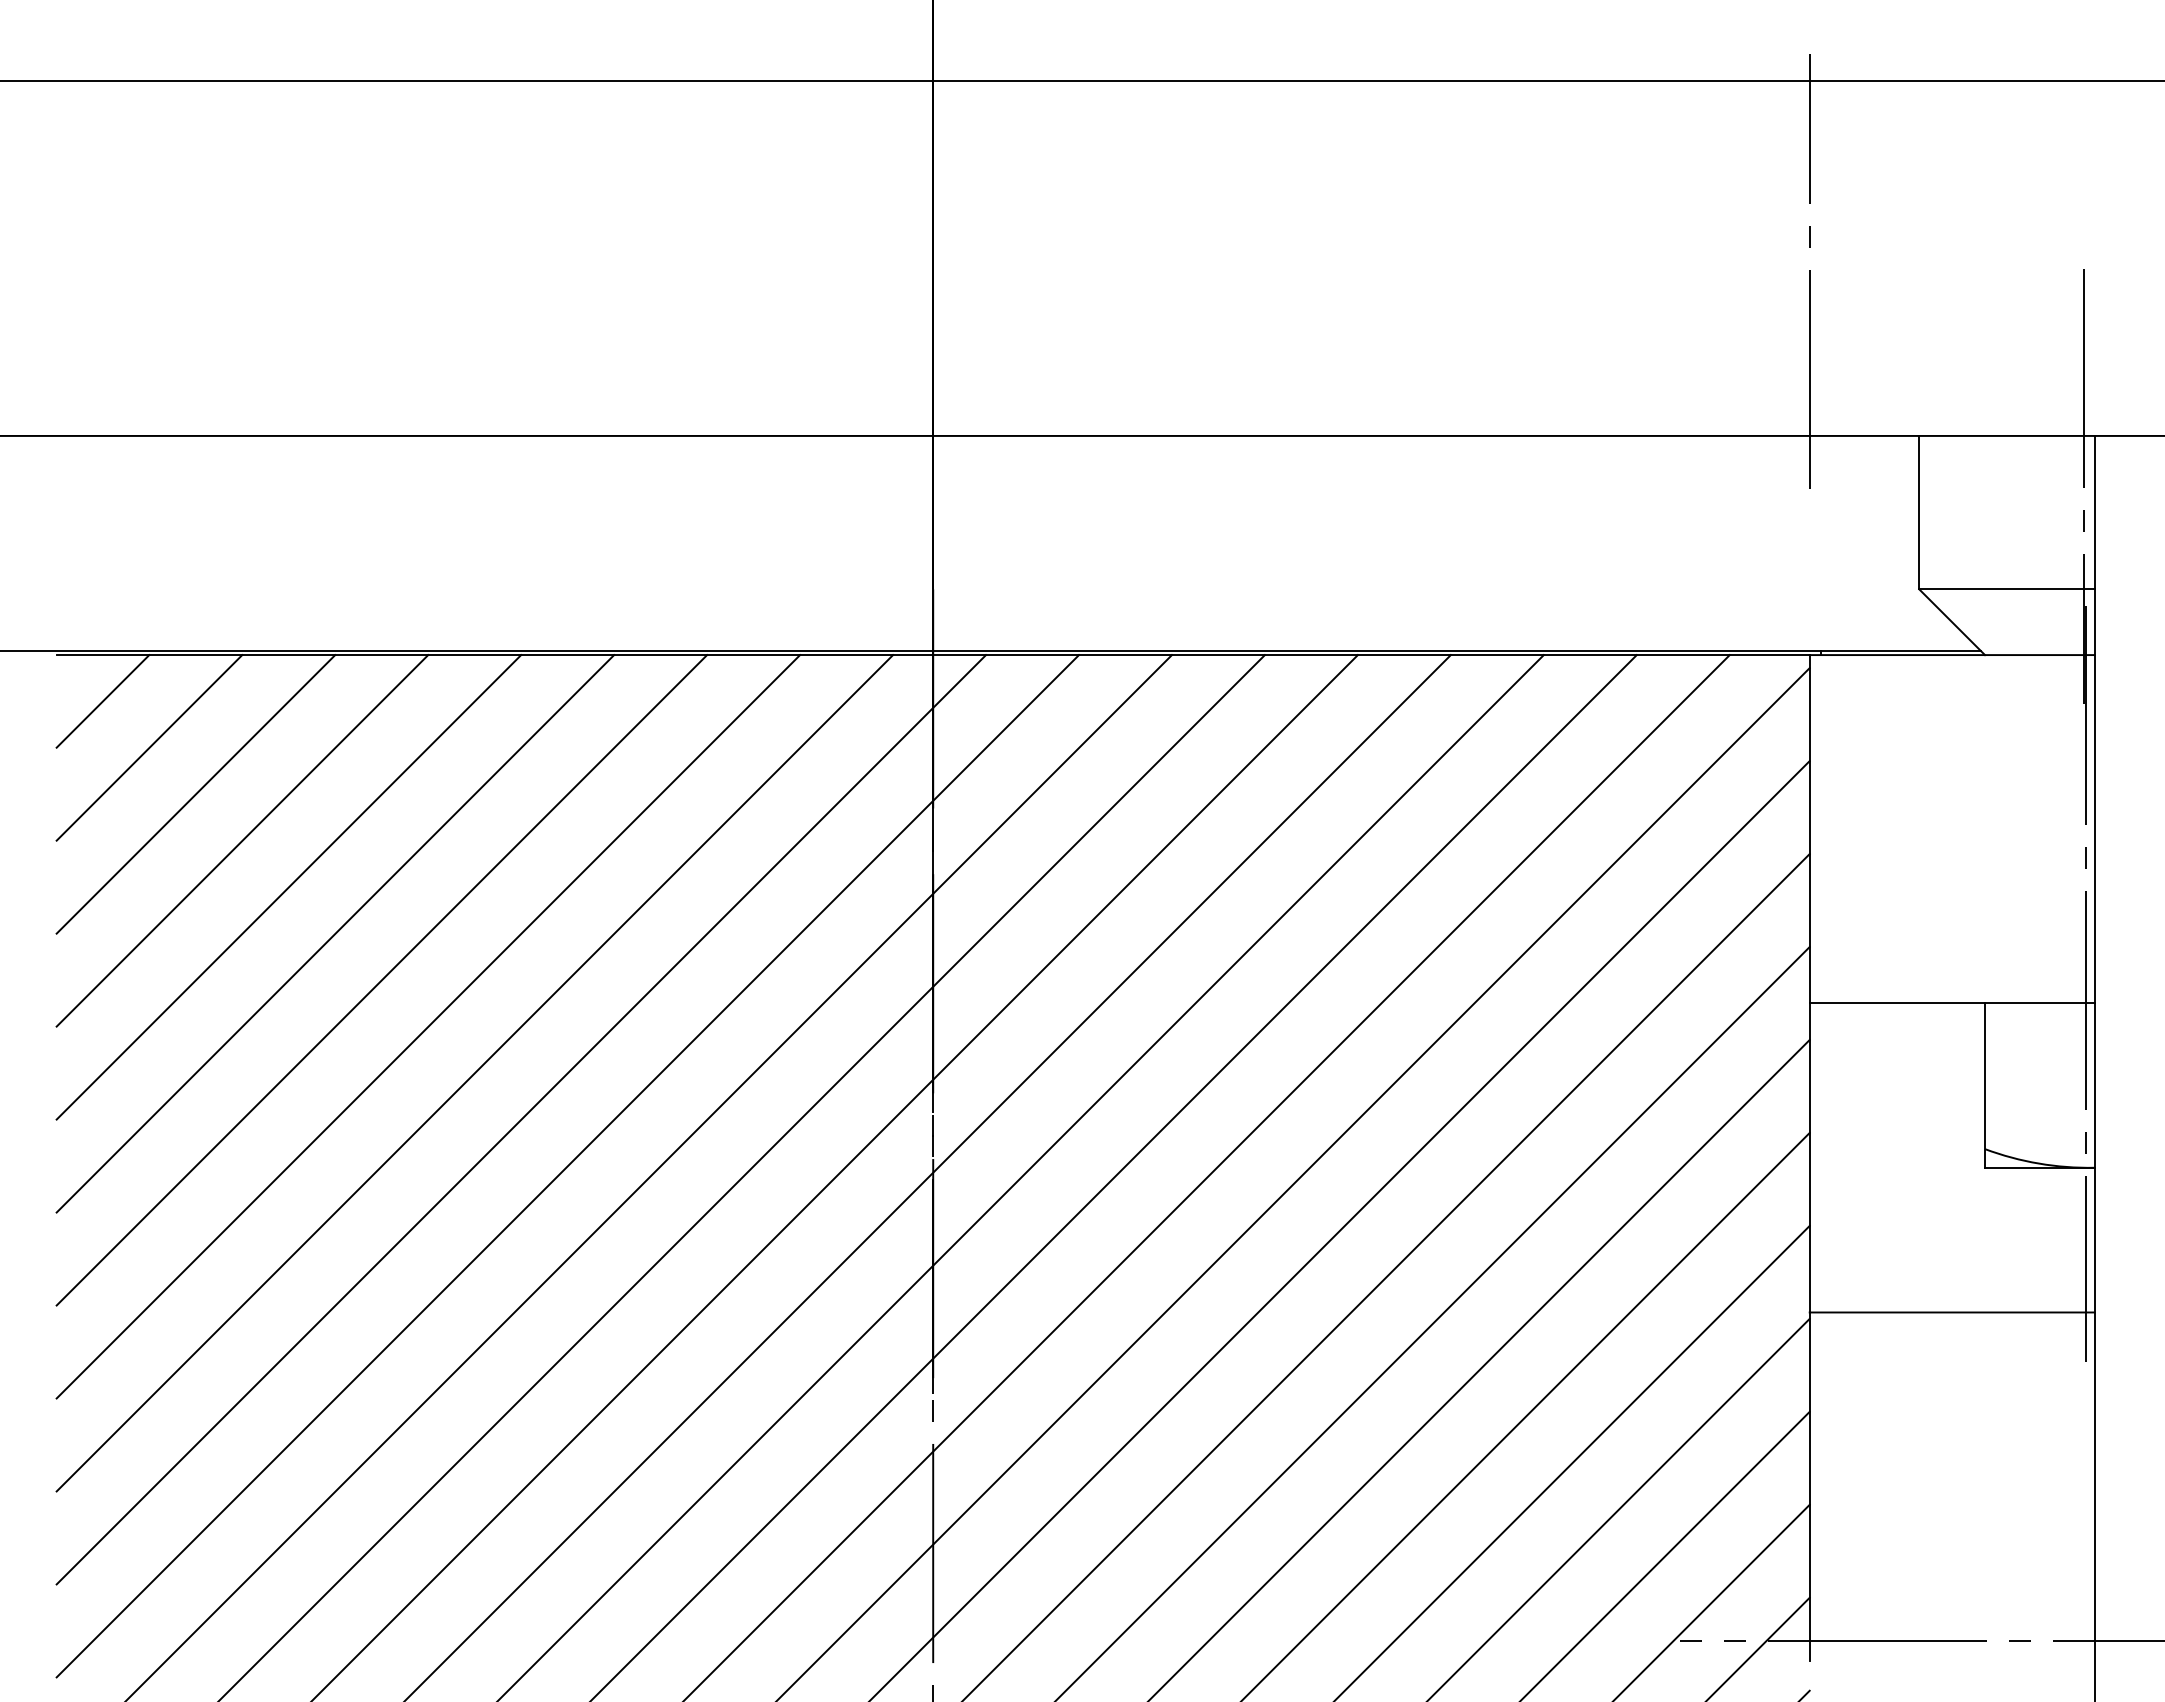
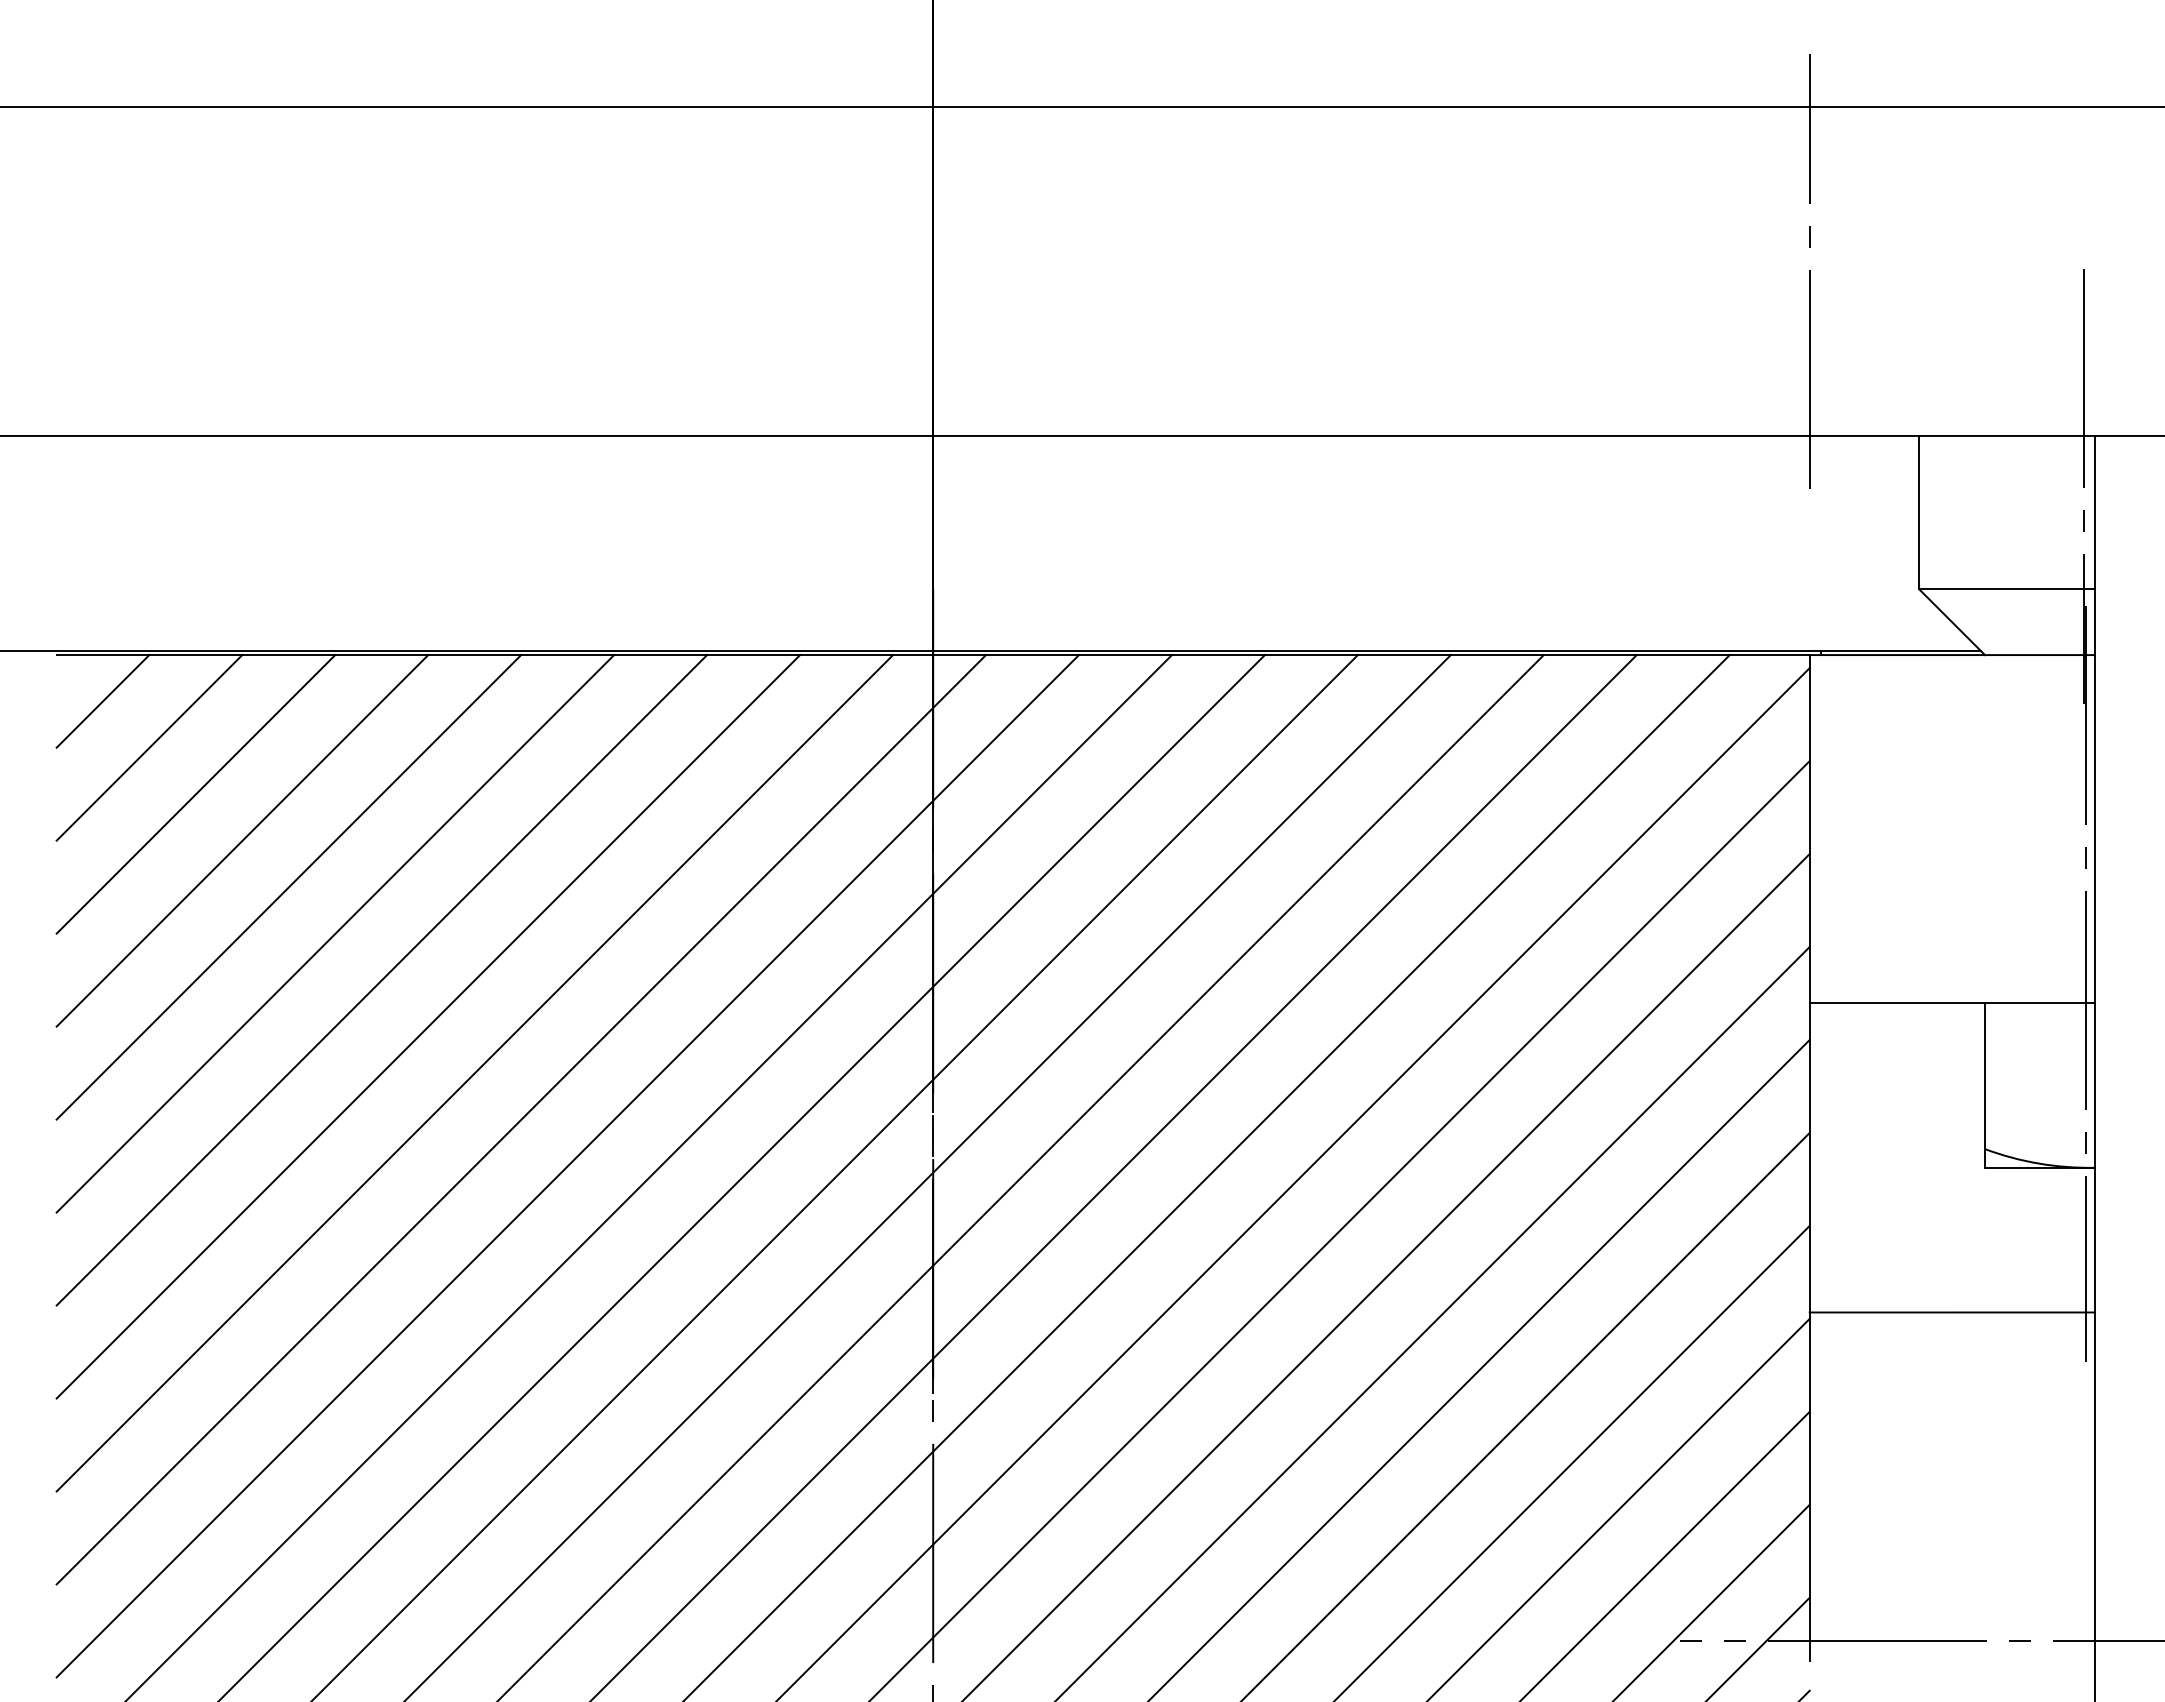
line at (1081, 81) position: (1081, 81) -> (1081, 107)
